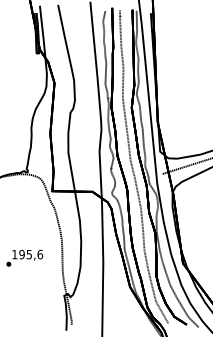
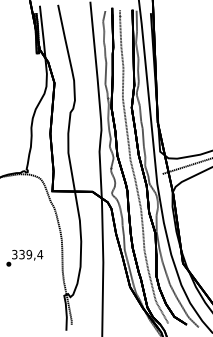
text at (27, 254): 195,6 -> 339,4
